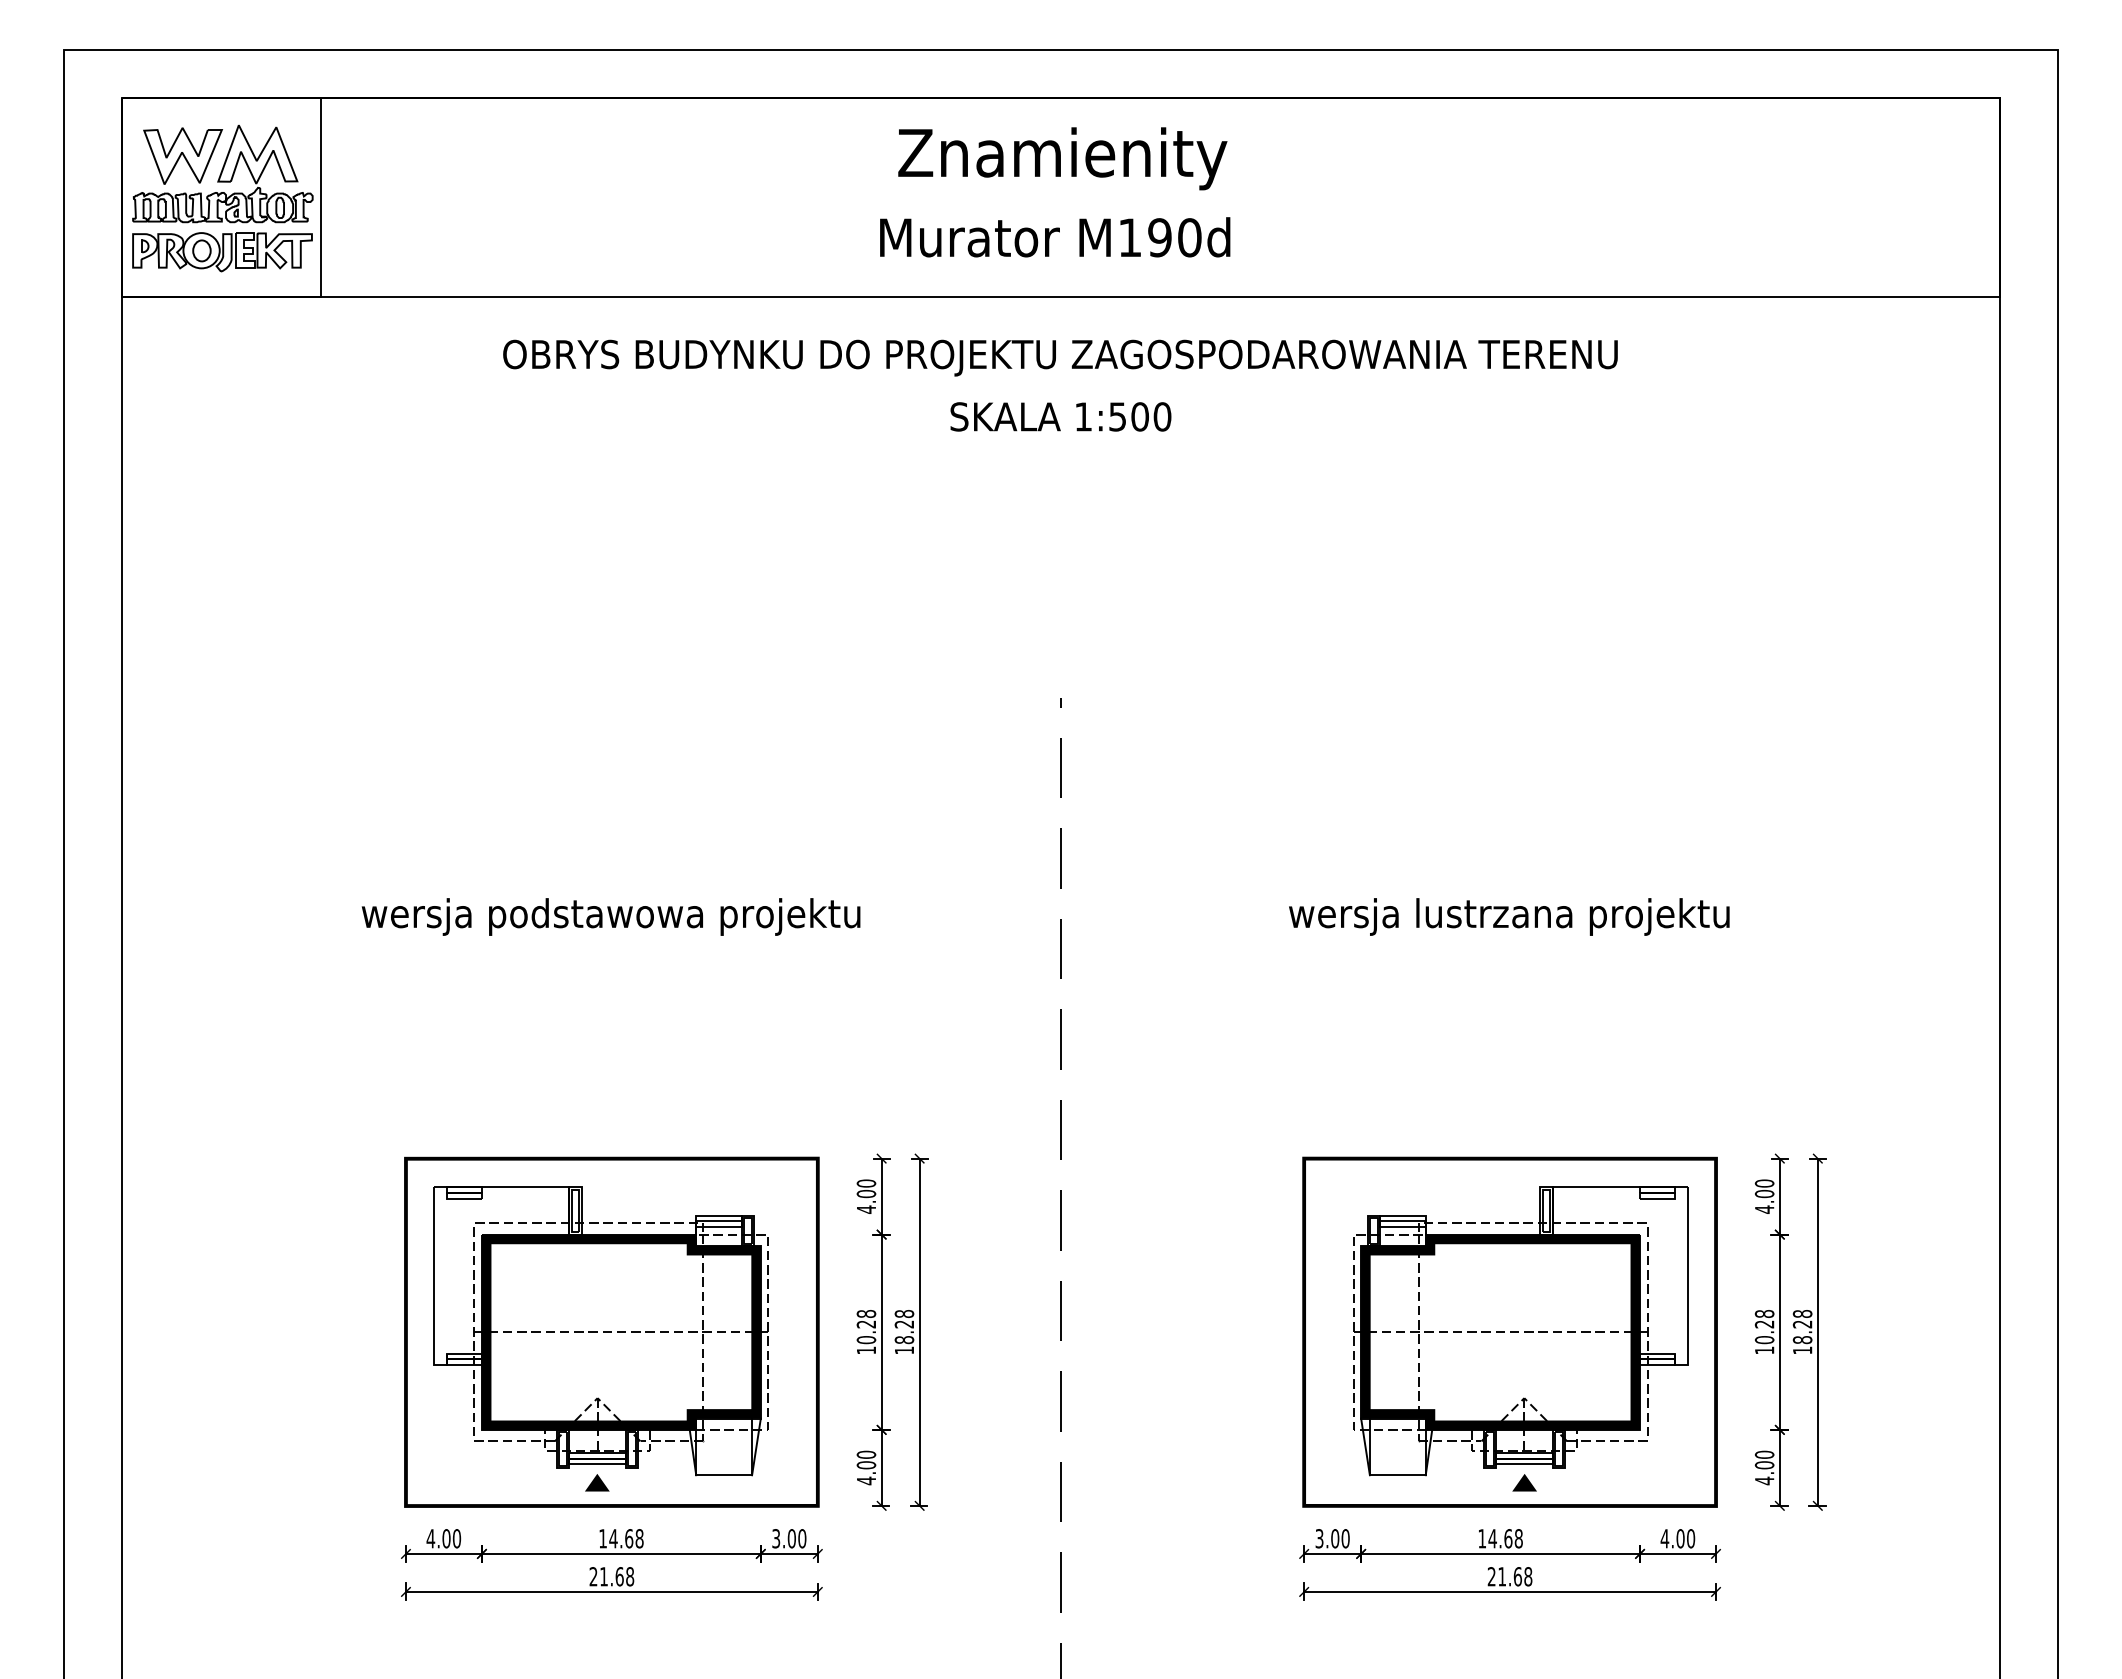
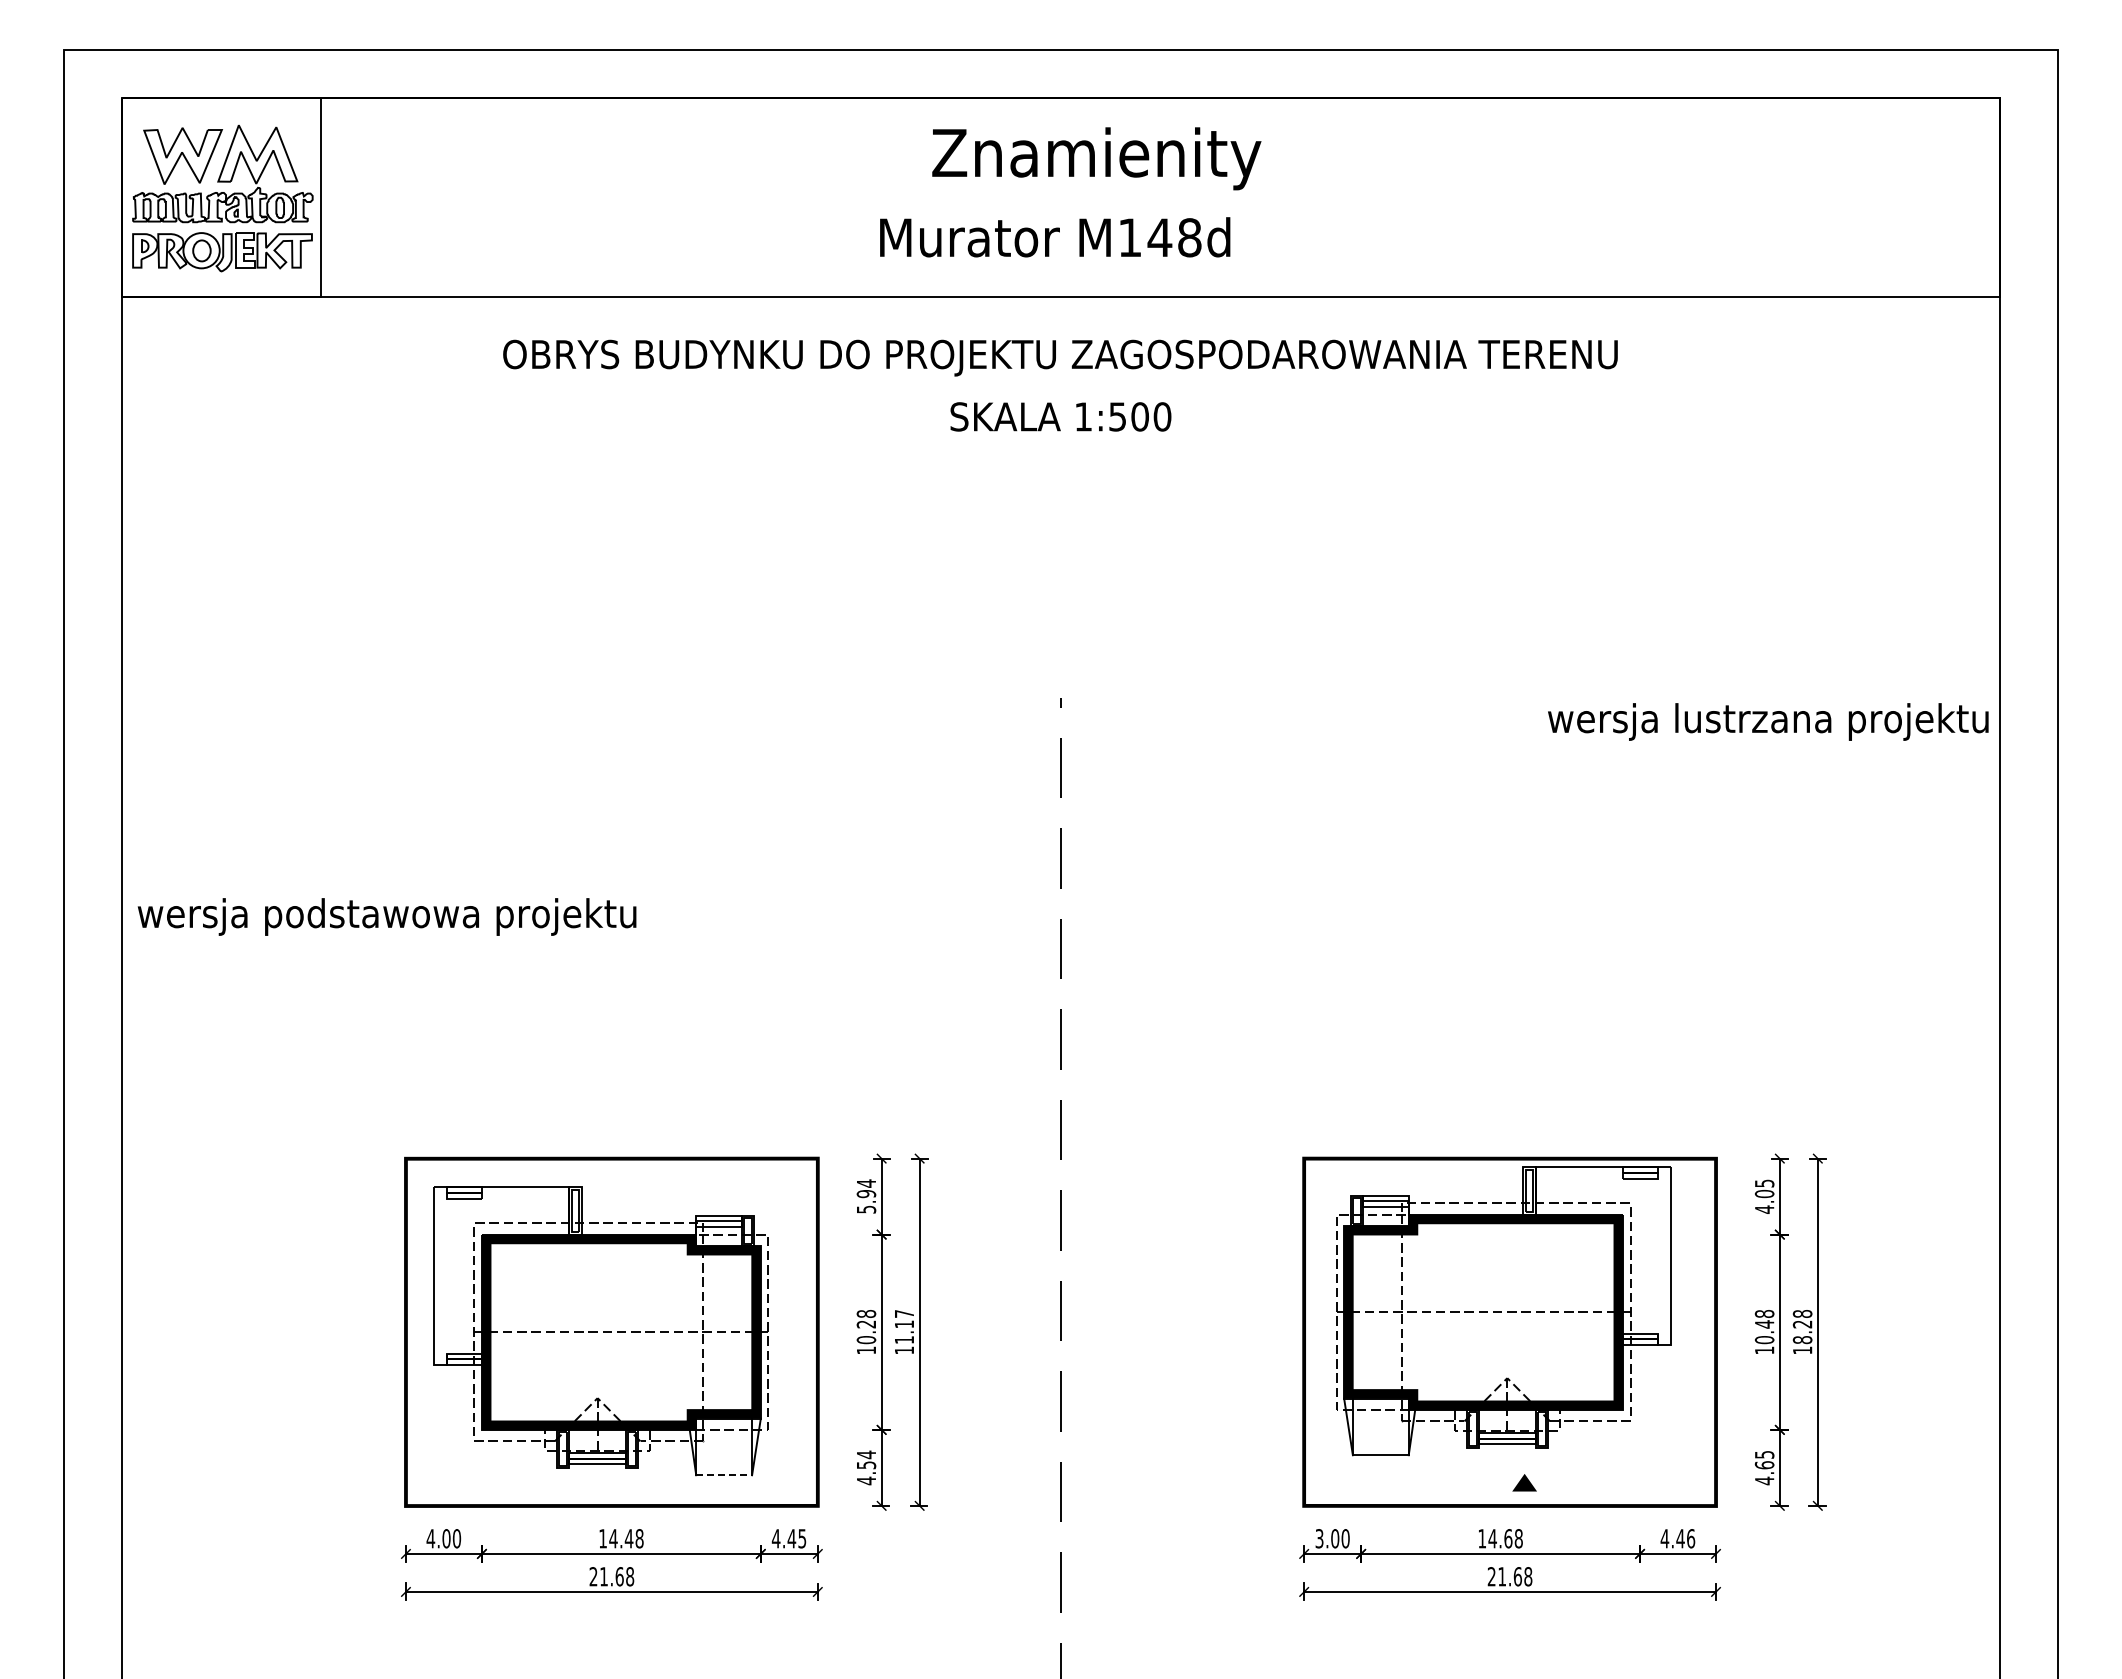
text at (1062, 158) position: (1062, 158) -> (1096, 158)
text at (1174, 237): M190d -> M148d
text at (610, 916) position: (610, 916) -> (386, 916)
text at (1509, 916) position: (1509, 916) -> (1768, 721)
text at (1764, 1183): 4.00 -> 4.05
text at (866, 1196): 4.00 -> 5.94
text at (1764, 1324): 10.28 -> 10.48
text at (904, 1327): 18.28 -> 11.17
part at (1520, 1331) position: (1520, 1331) -> (1503, 1311)
text at (866, 1459): 4.00 -> 4.54
text at (1764, 1459): 4.00 -> 4.65
line at (724, 1475): solid -> dashed
fill at (596, 1482): present -> none
text at (628, 1538): 14.68 -> 14.48
text at (788, 1538): 3.00 -> 4.45
text at (1685, 1538): 4.00 -> 4.46
